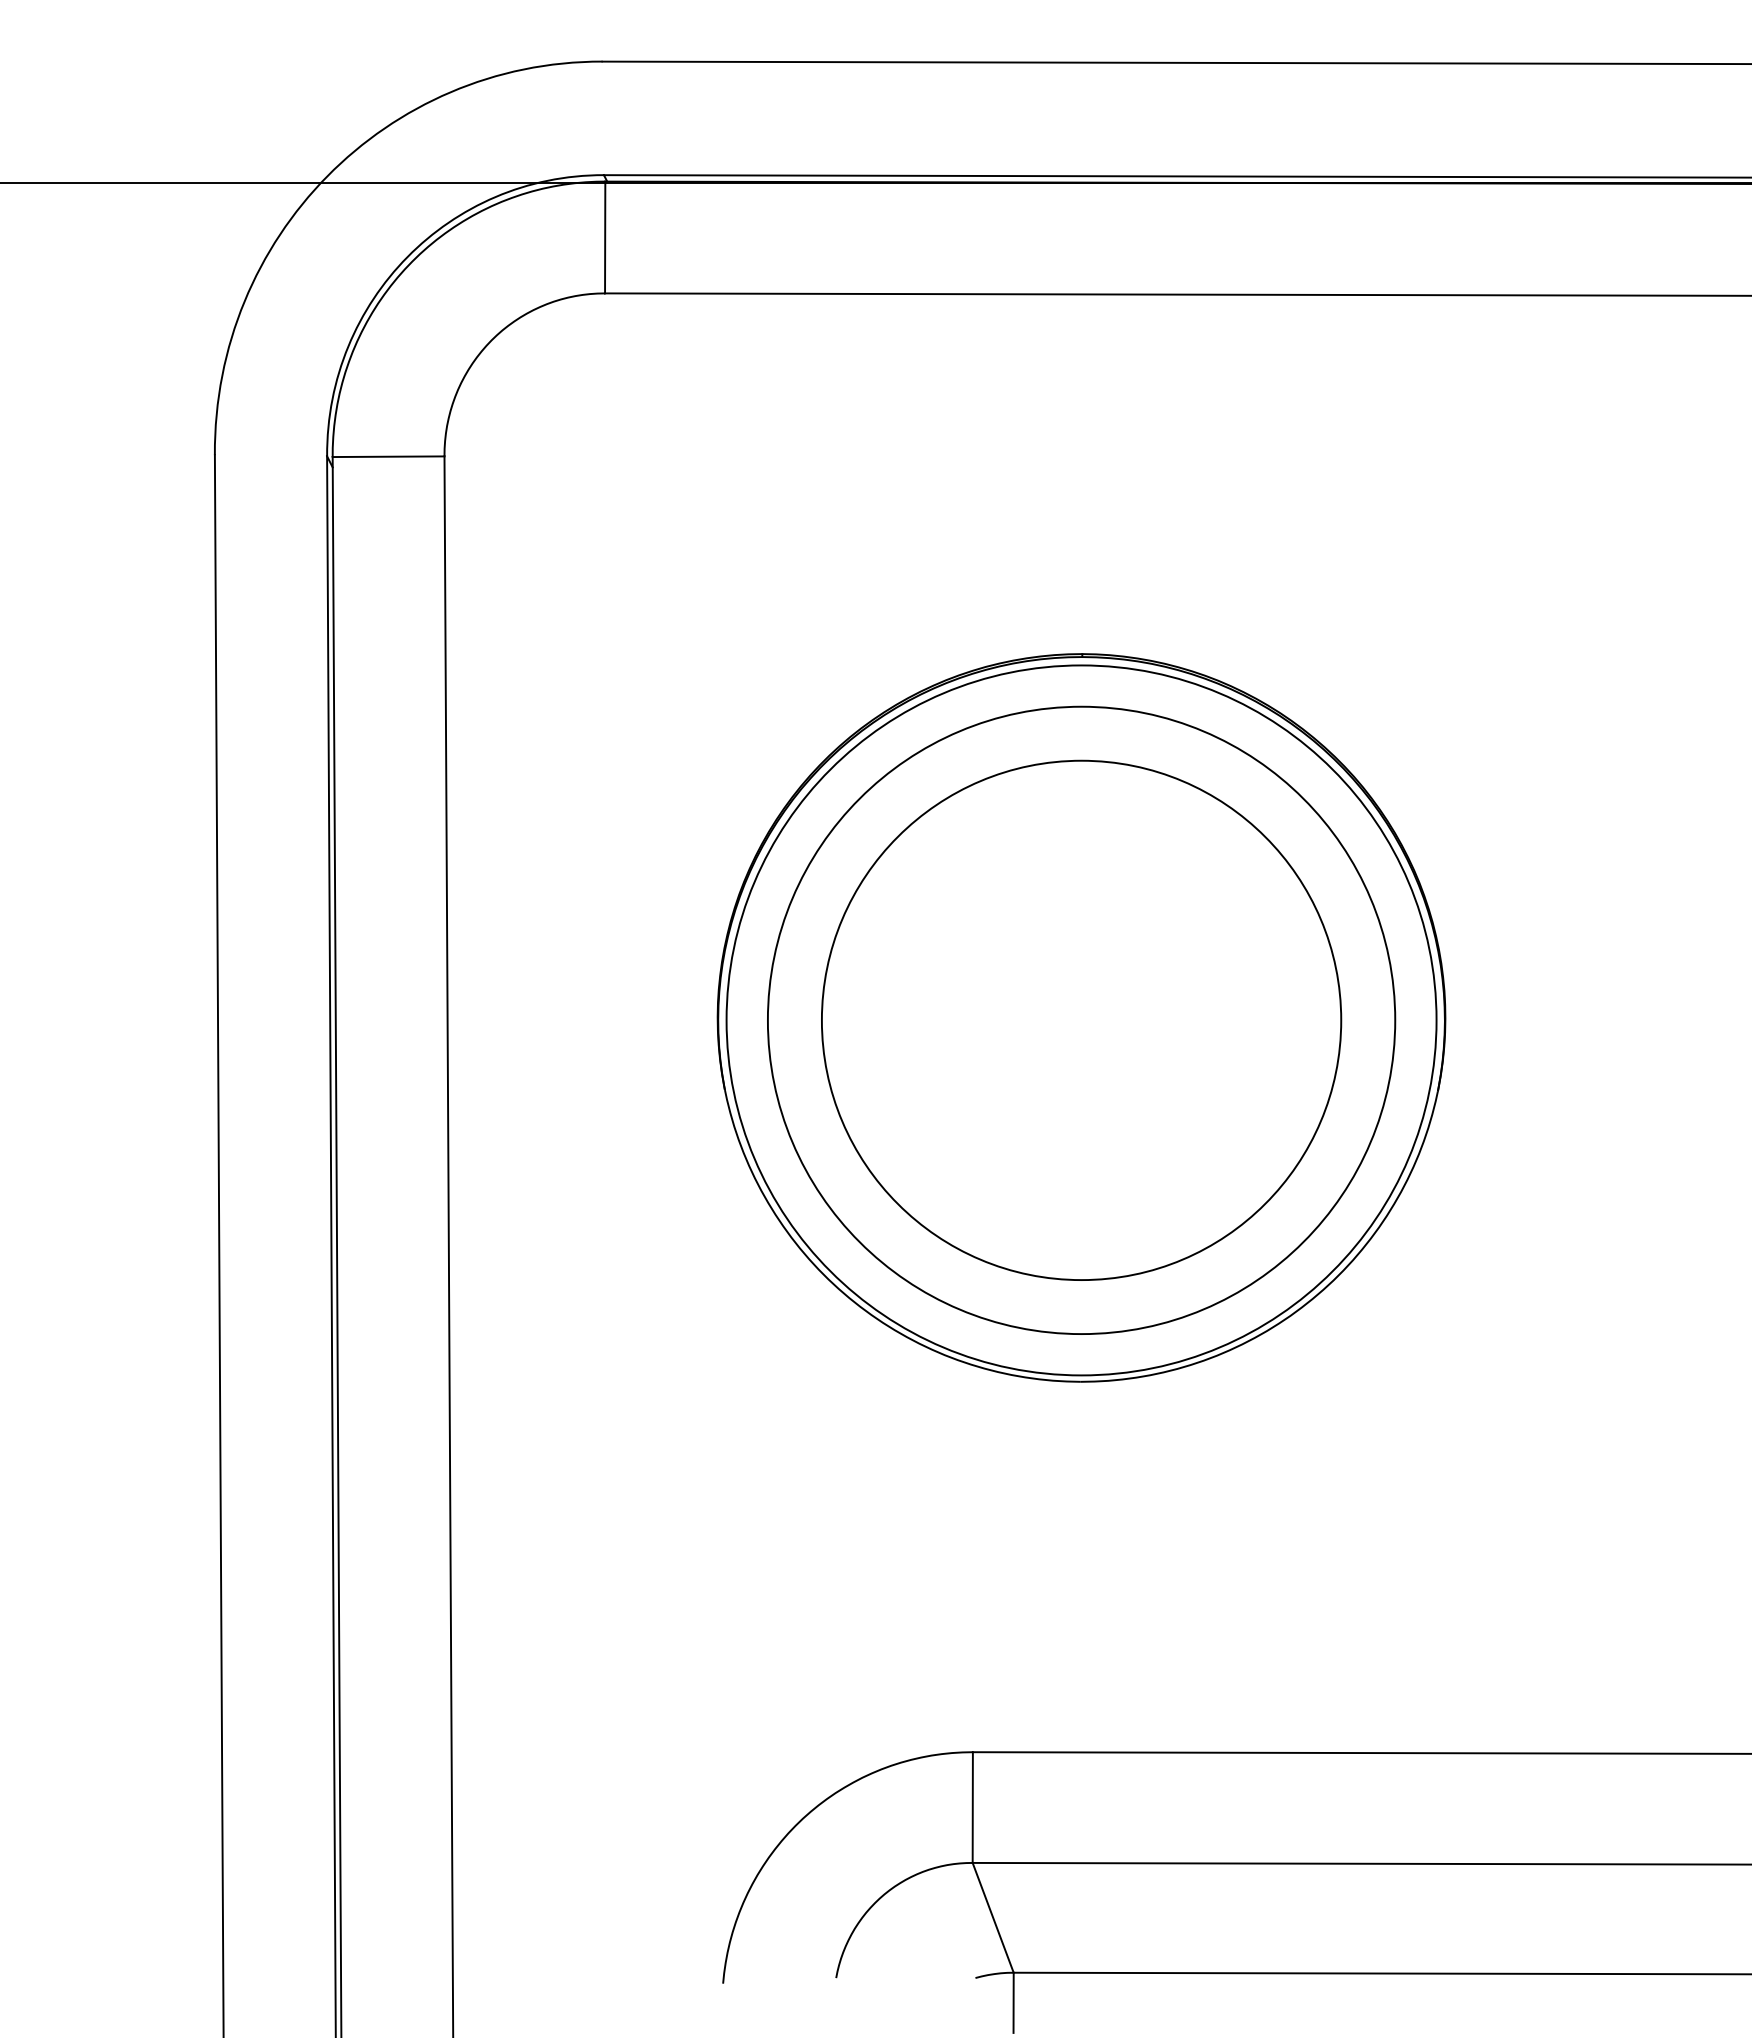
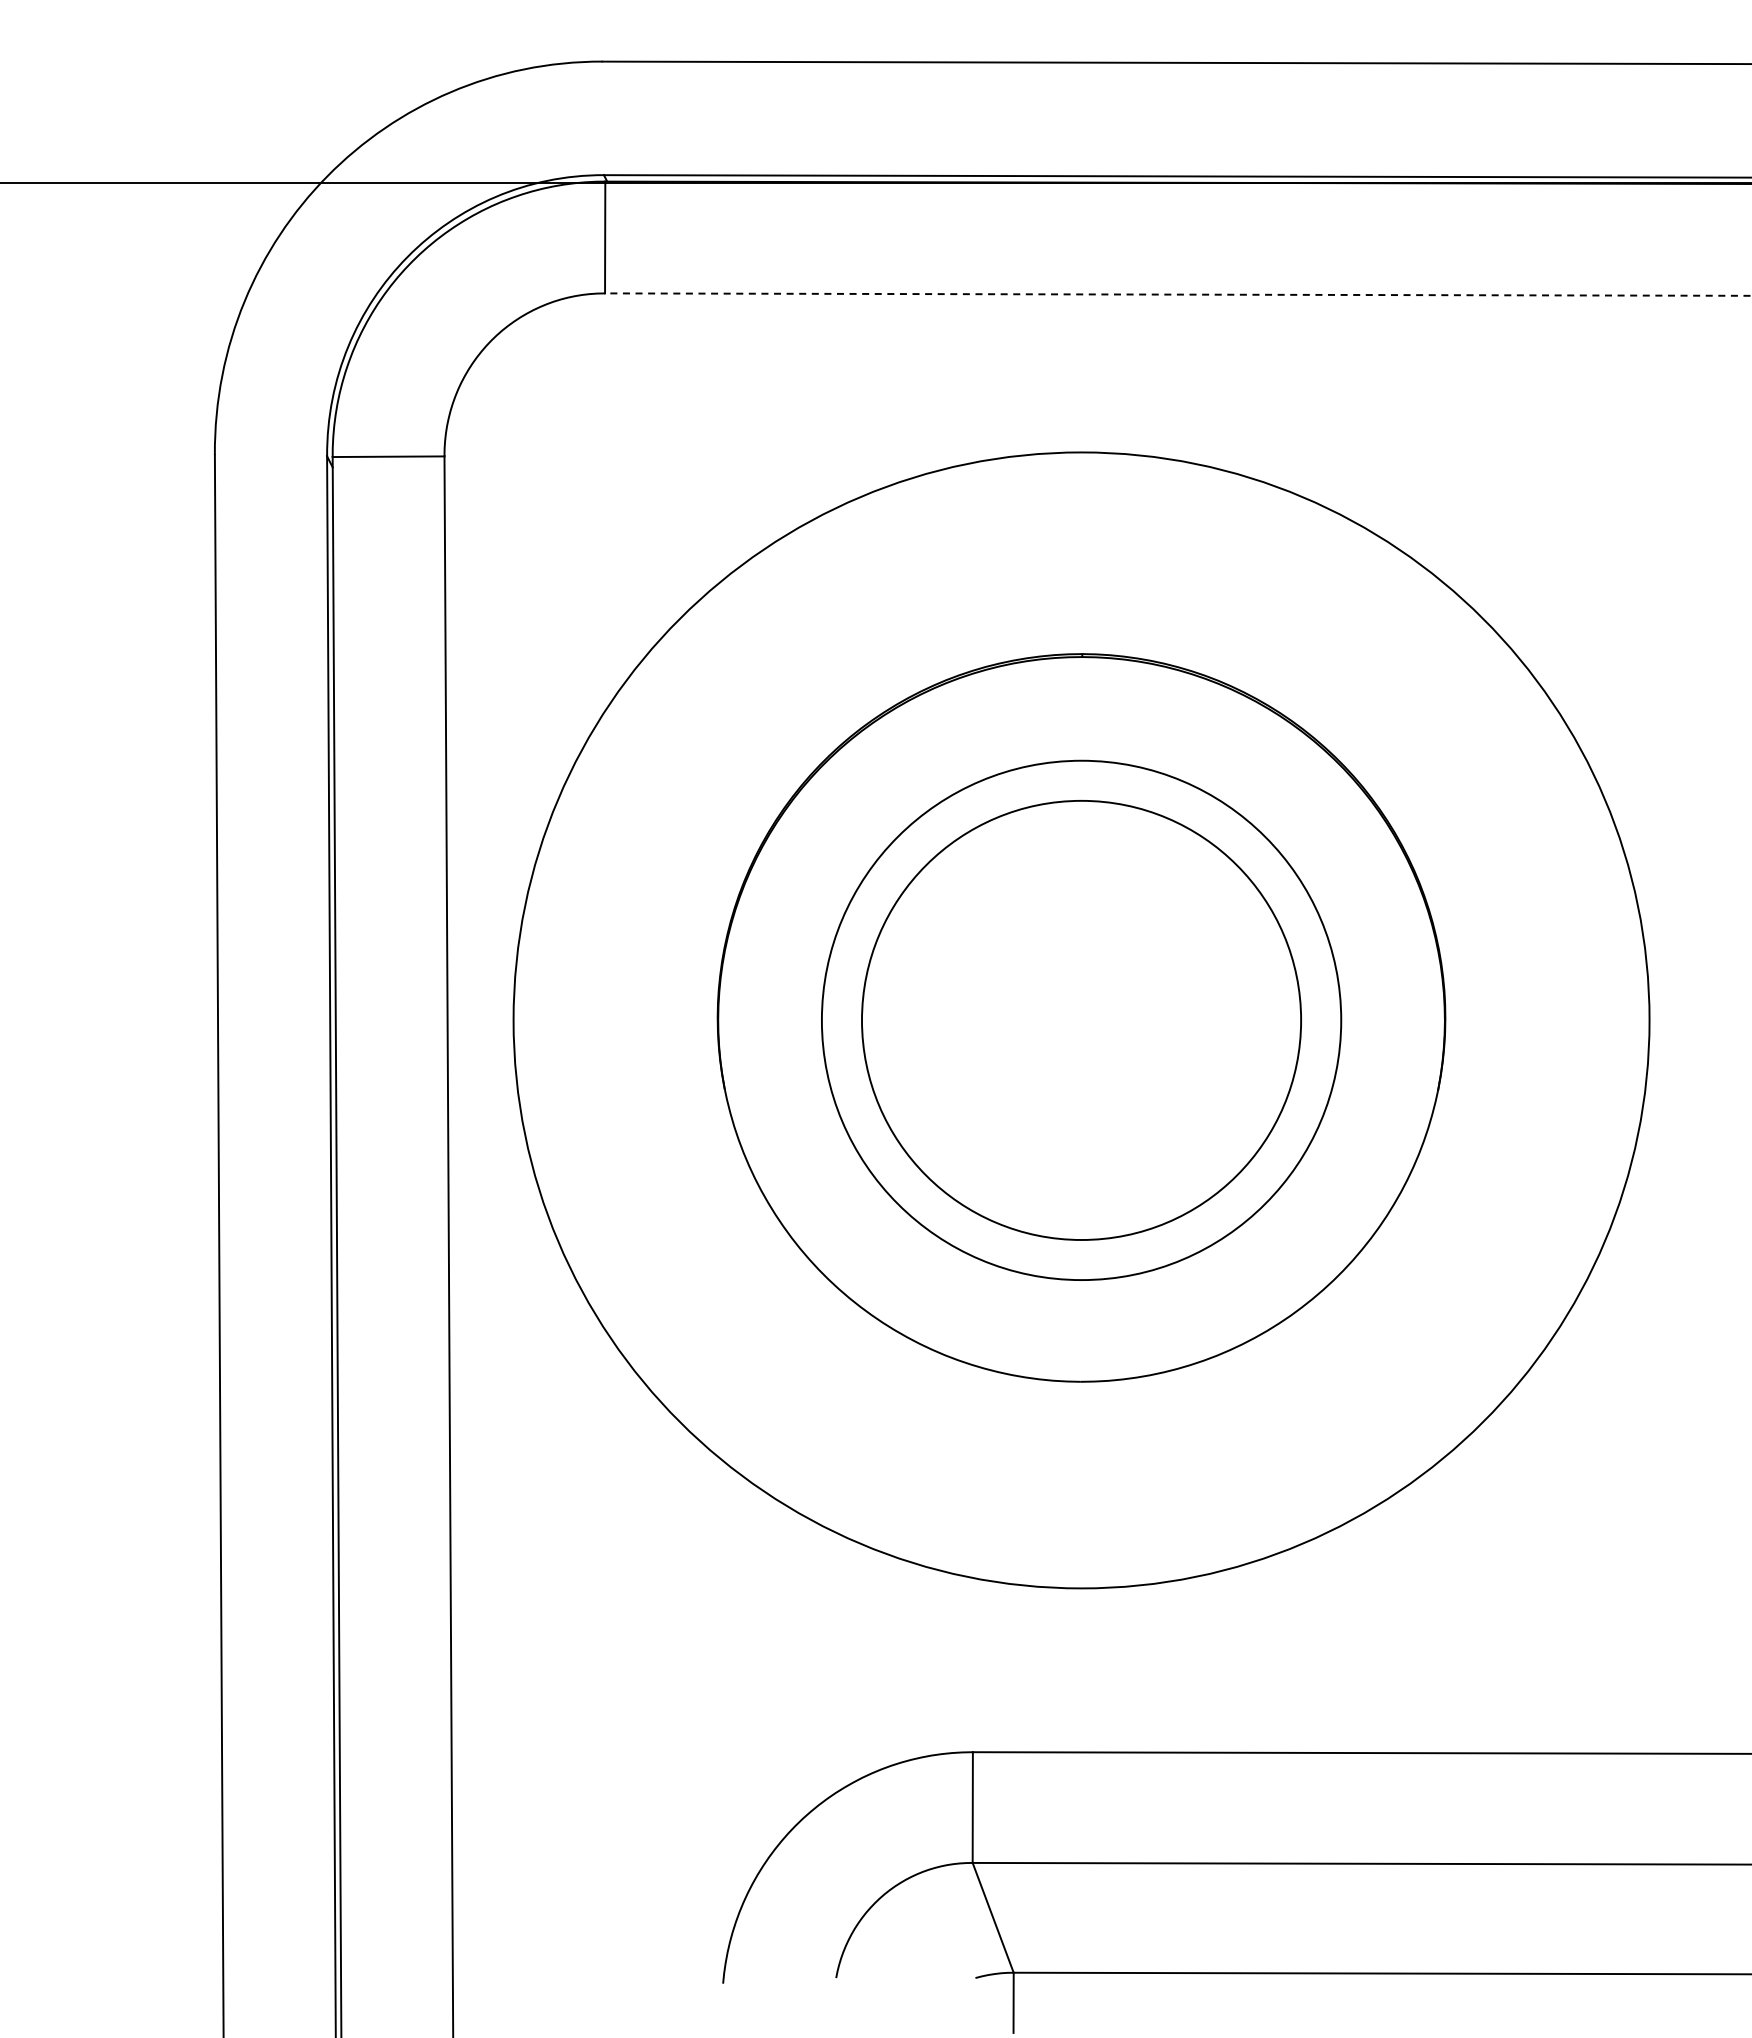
line at (1177, 294): solid -> dashed
circle at (1081, 1020) diameter: 627 px -> 439 px
circle at (1081, 1020) diameter: 710 px -> 1136 px
